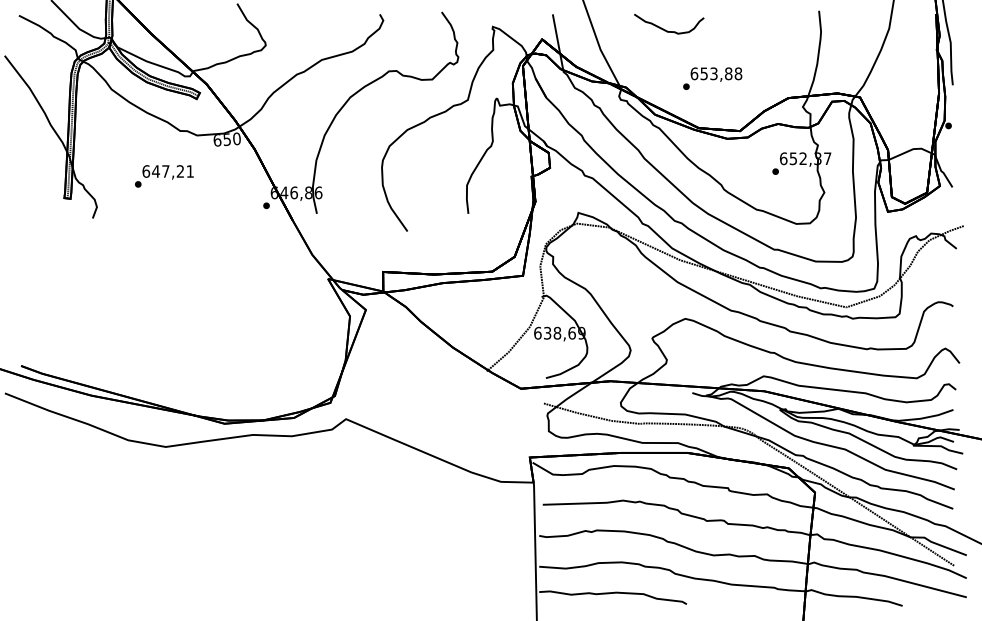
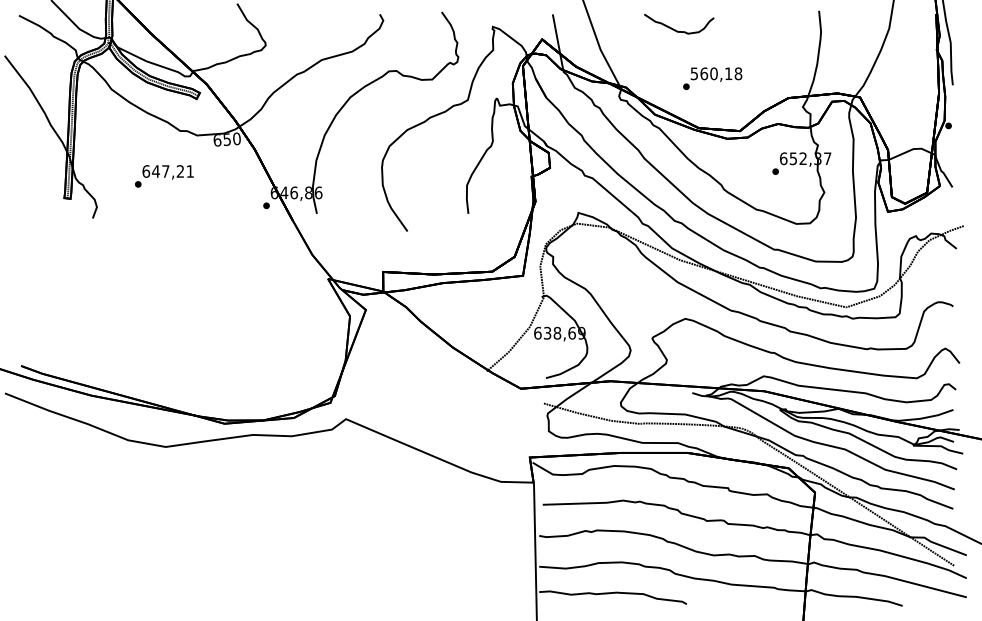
part at (665, 29) position: (665, 29) -> (675, 29)
text at (711, 73): 653,88 -> 560,18
